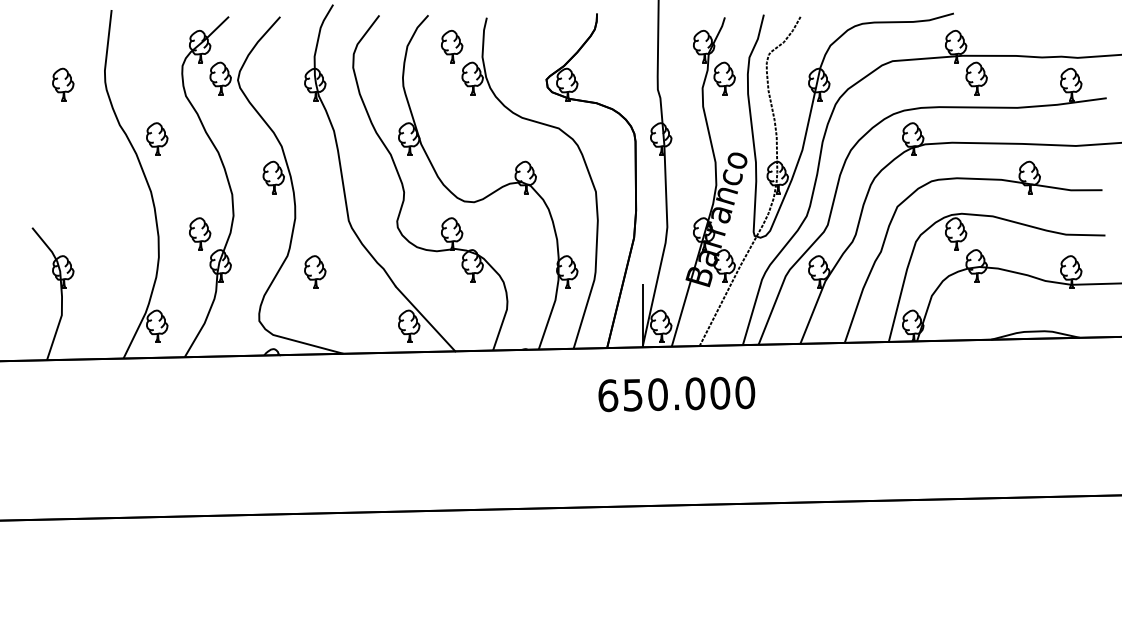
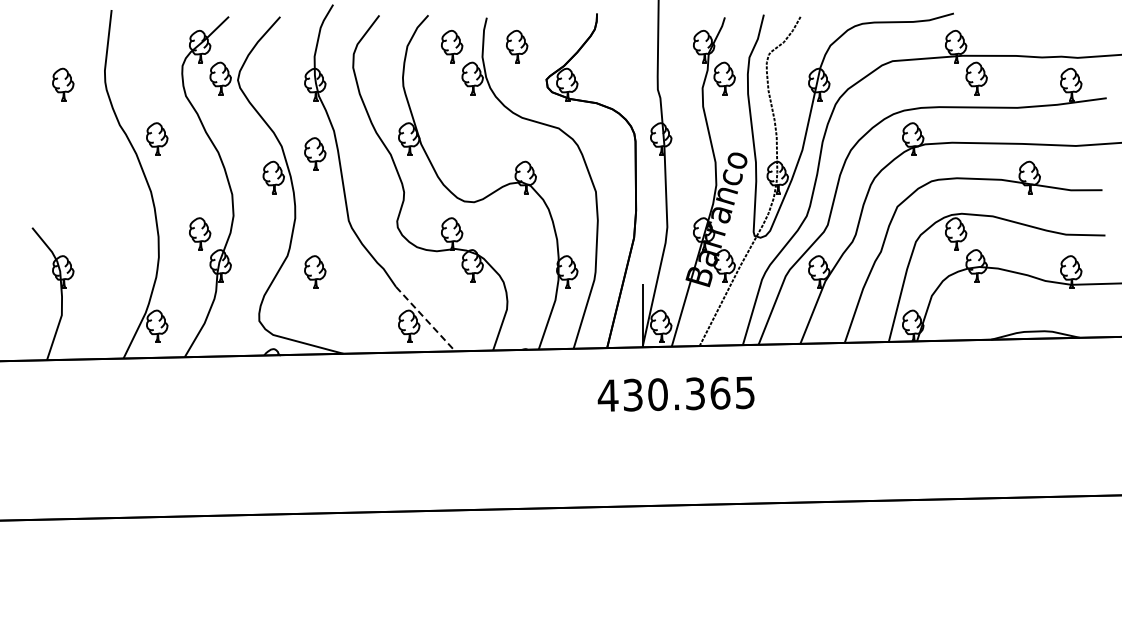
part at (517, 46): none -> present
part at (315, 153): none -> present
line at (425, 319): solid -> dashed
text at (676, 394): 650.000 -> 430.365
